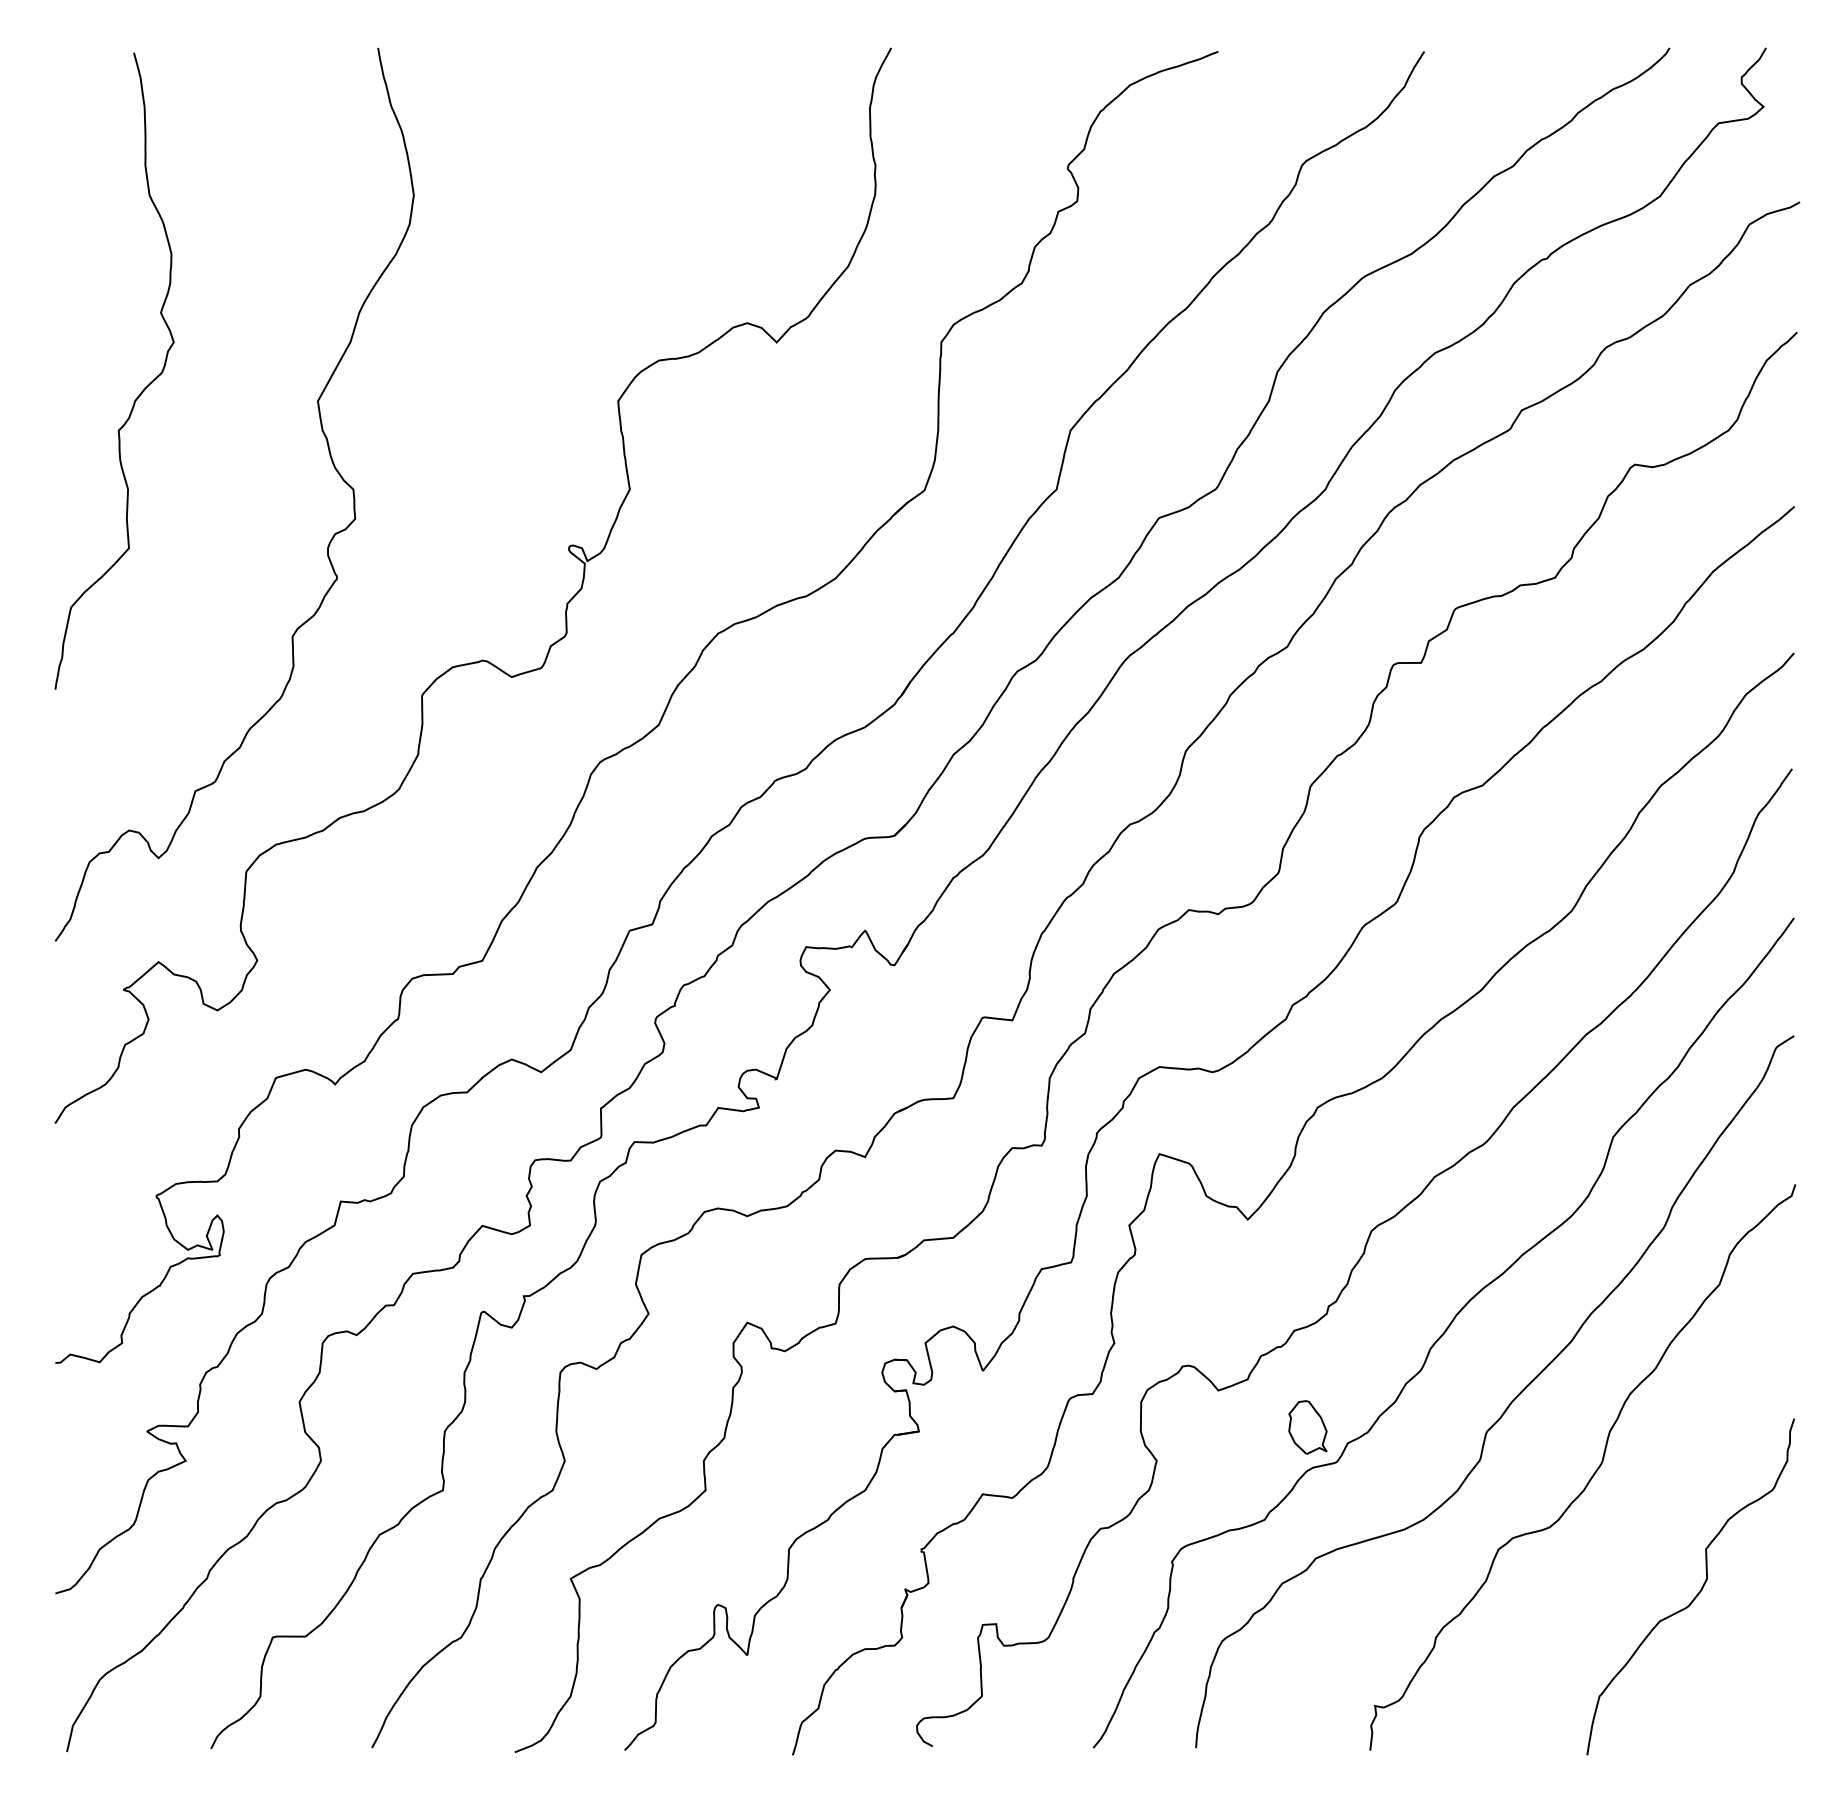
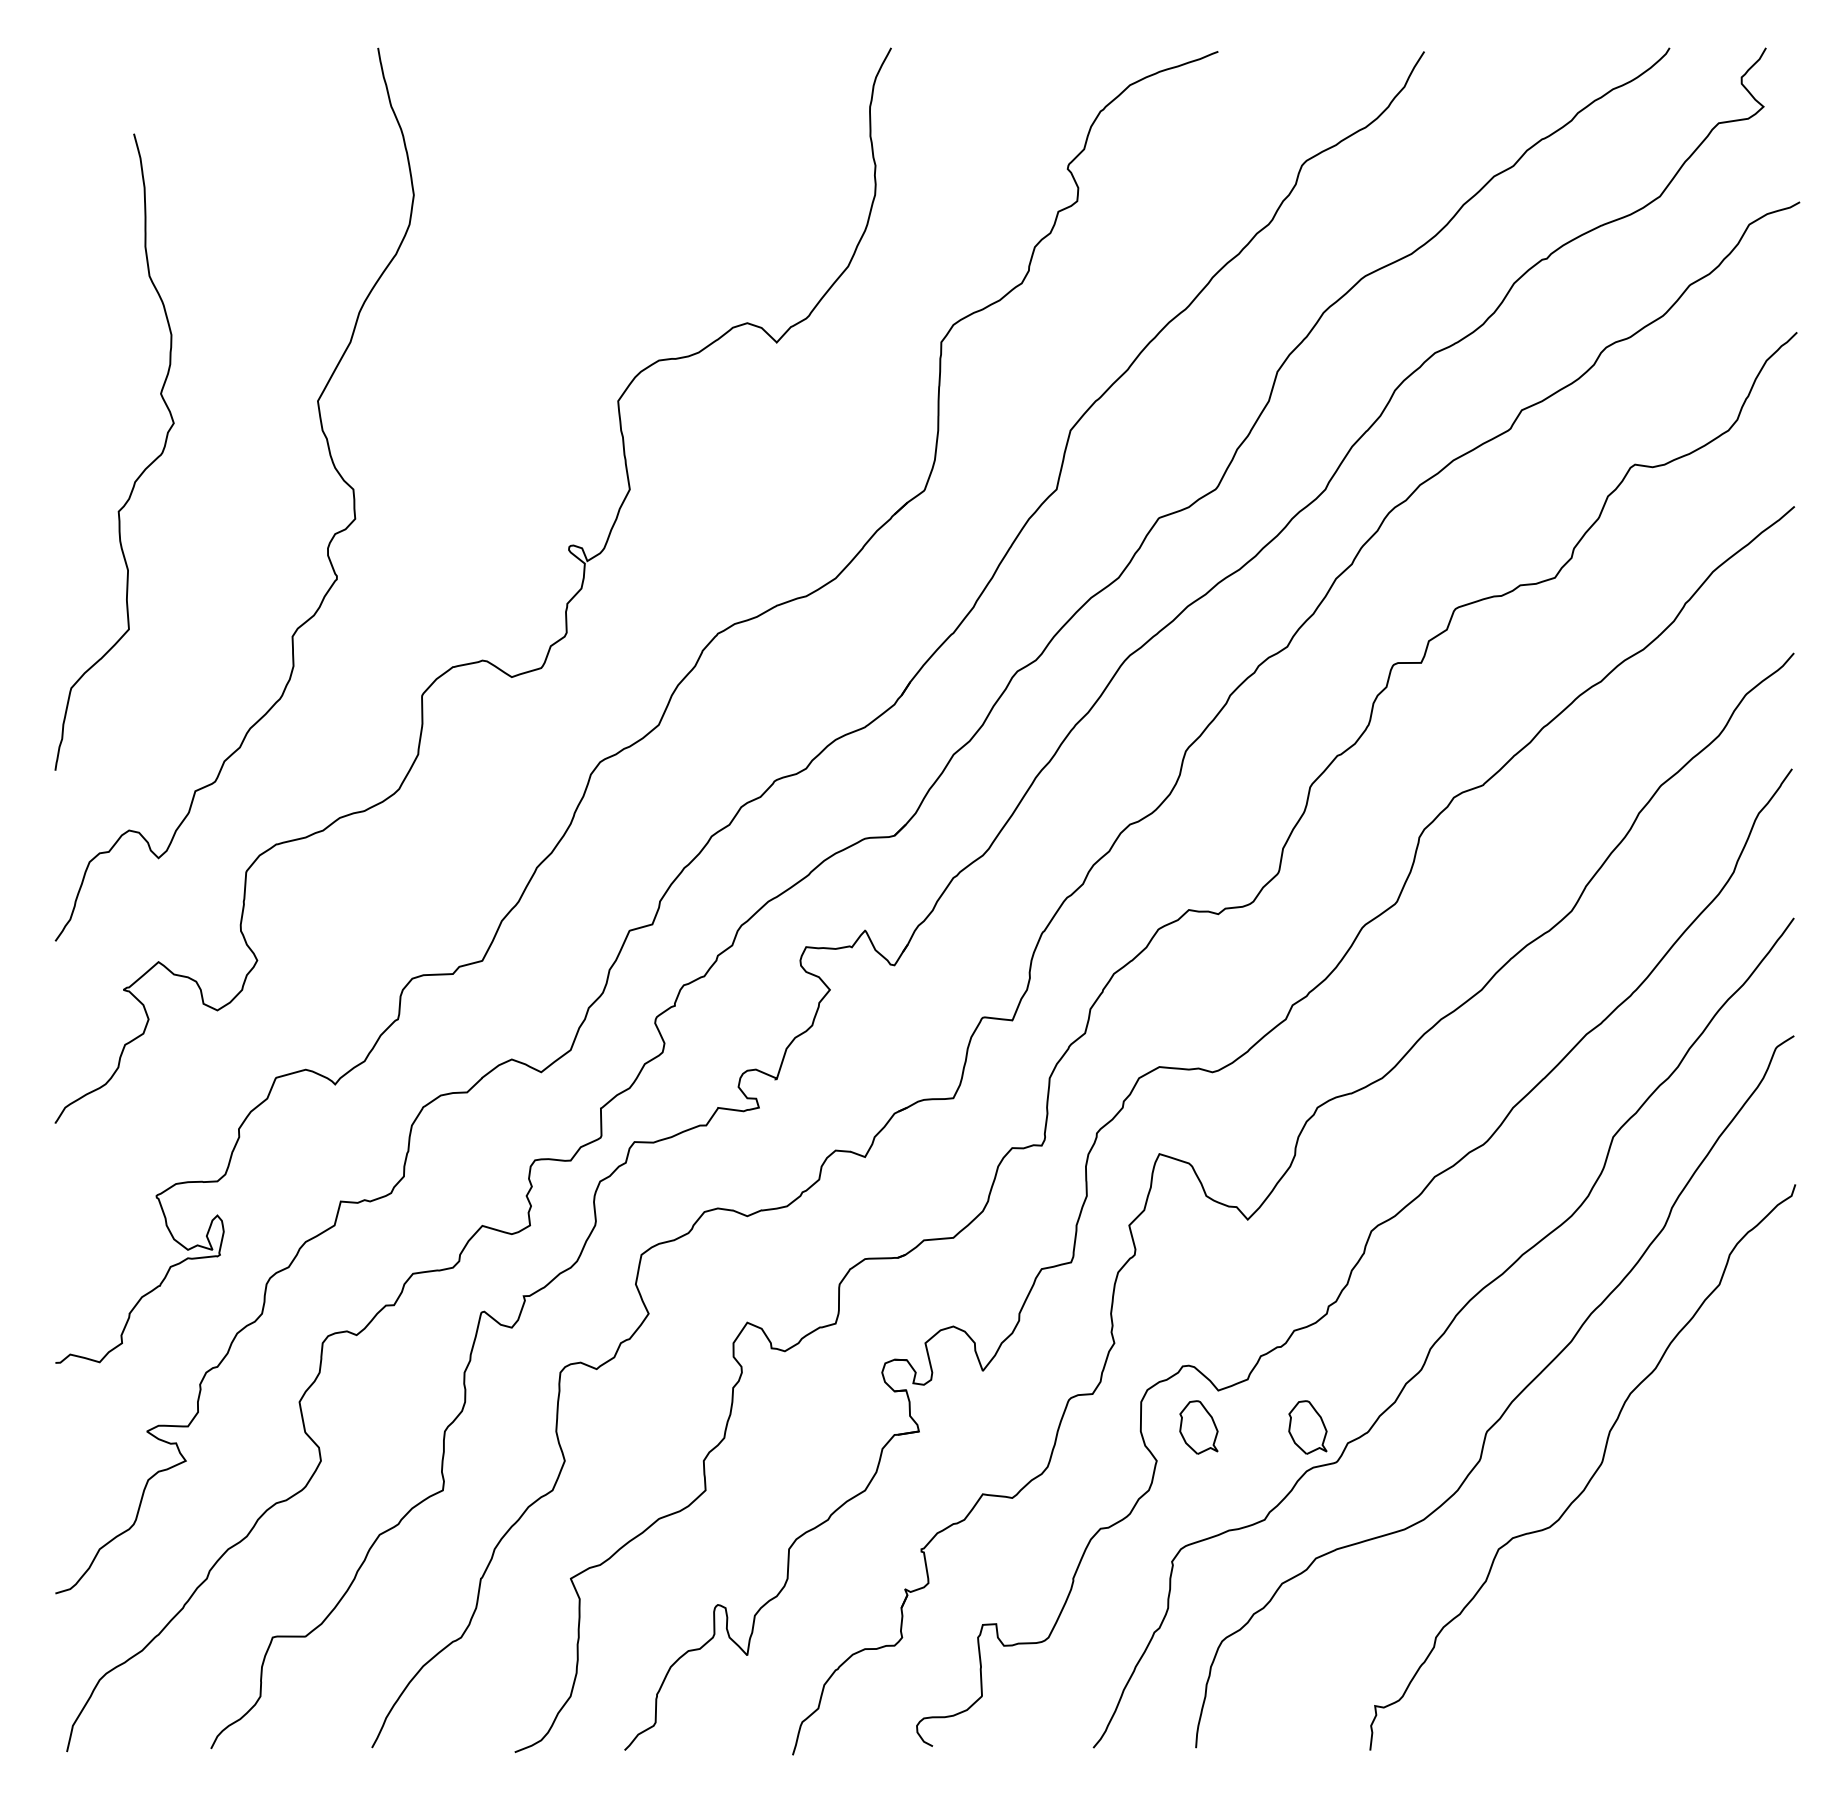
curve at (140, 392) position: (140, 392) -> (140, 473)
part at (1198, 1427): none -> present
curve at (1699, 1590): present -> none
